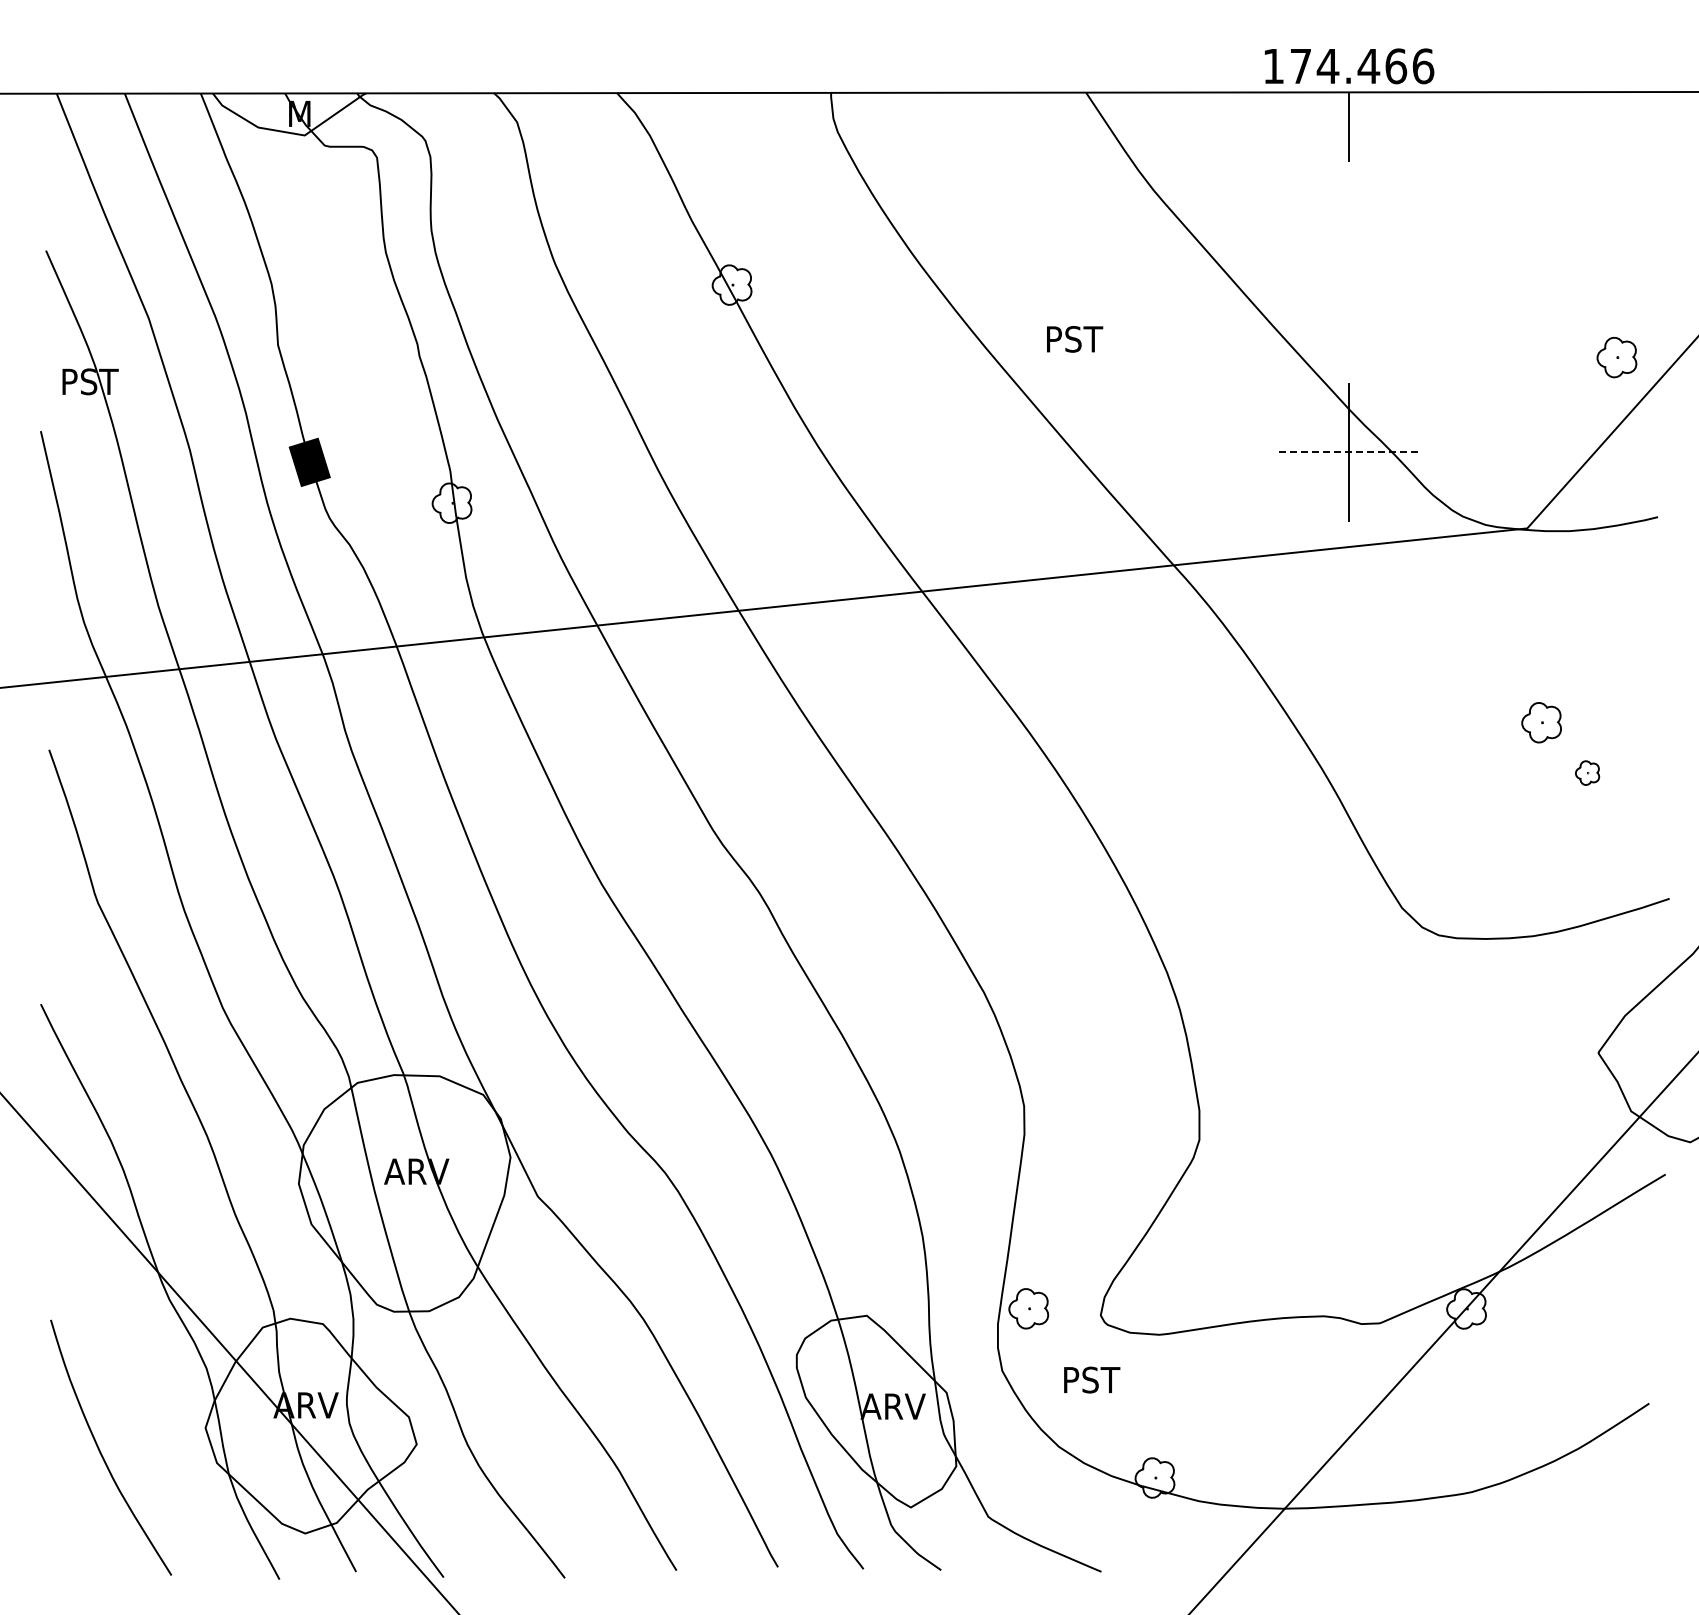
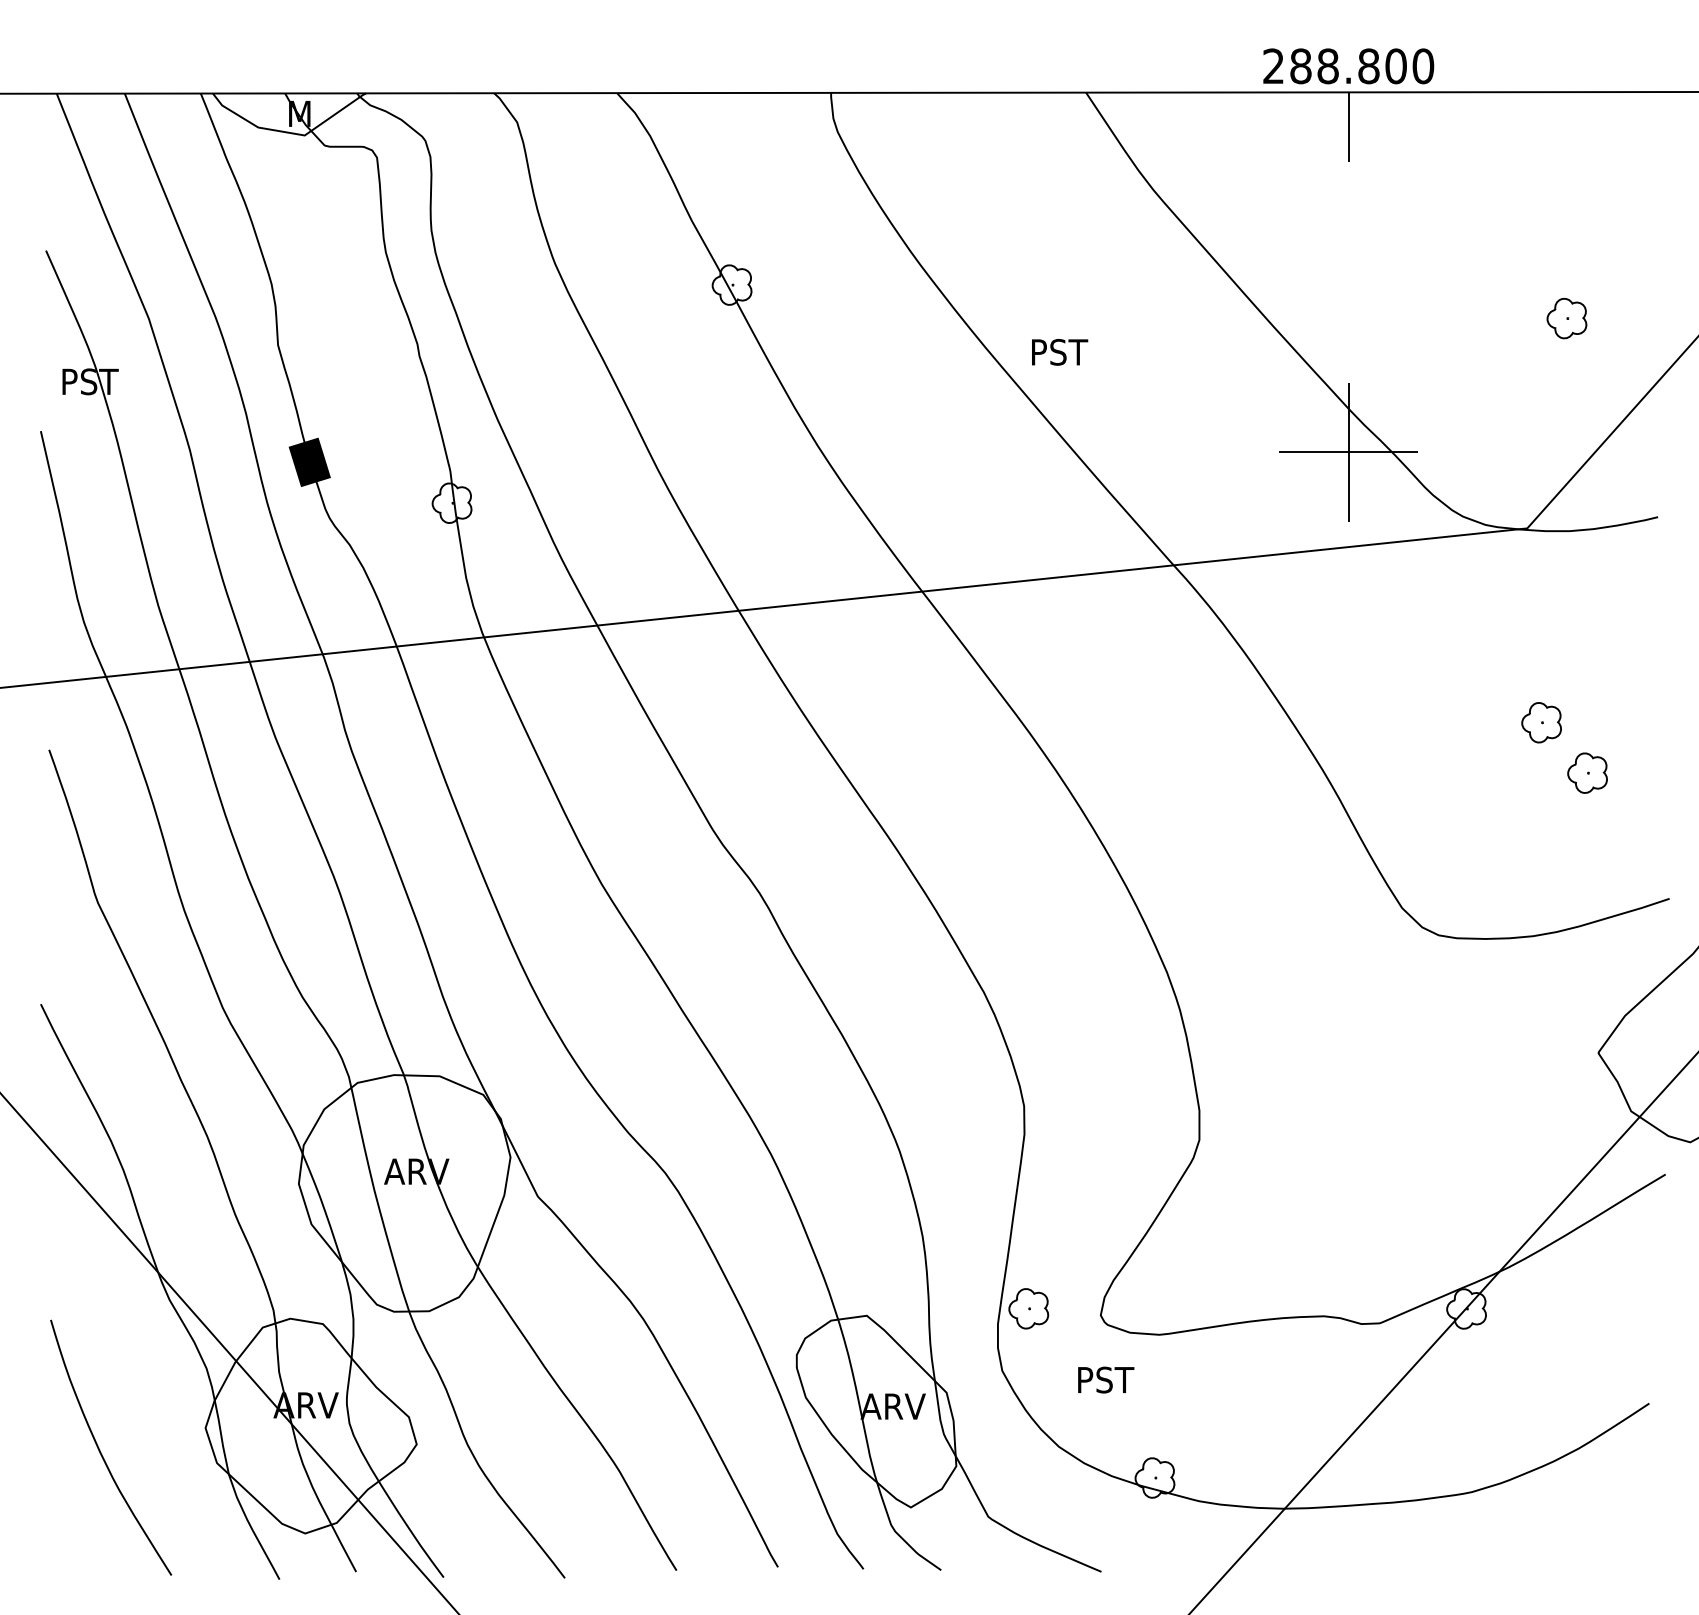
text at (1348, 66): 174.466 -> 288.800
text at (1075, 339) position: (1075, 339) -> (1060, 352)
part at (1616, 357) position: (1616, 357) -> (1566, 318)
line at (1348, 452): dashed -> solid
part at (1587, 772) size: 26x26 px -> 41x42 px
text at (1092, 1379) position: (1092, 1379) -> (1106, 1379)
